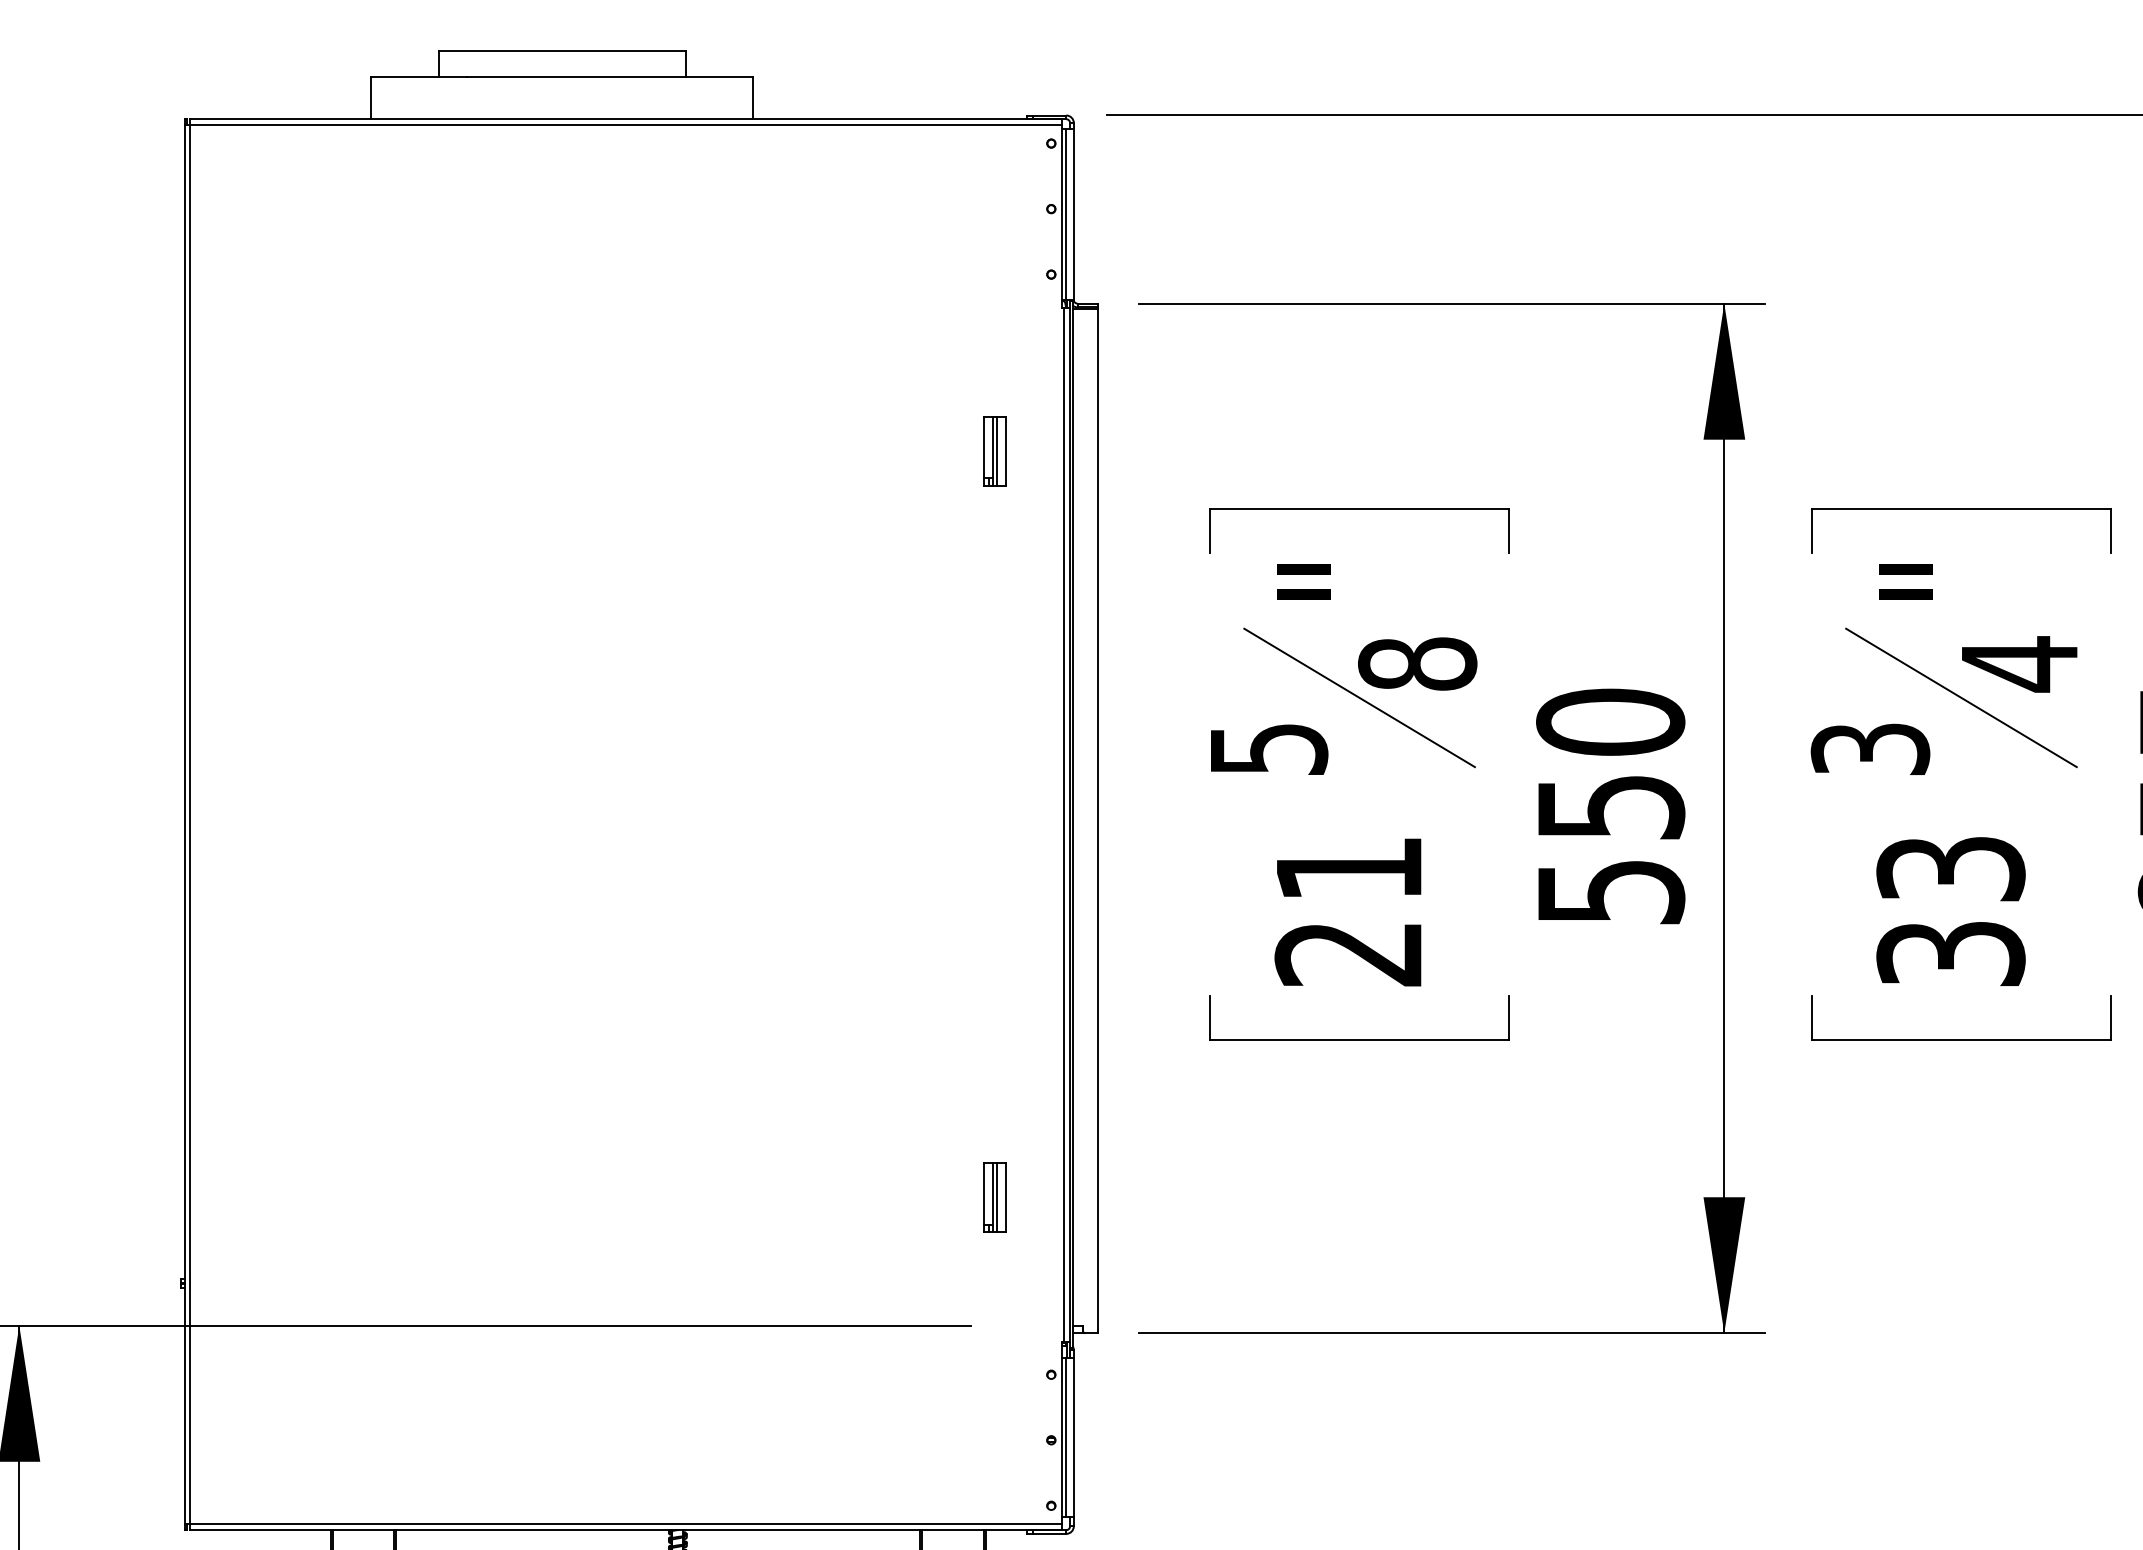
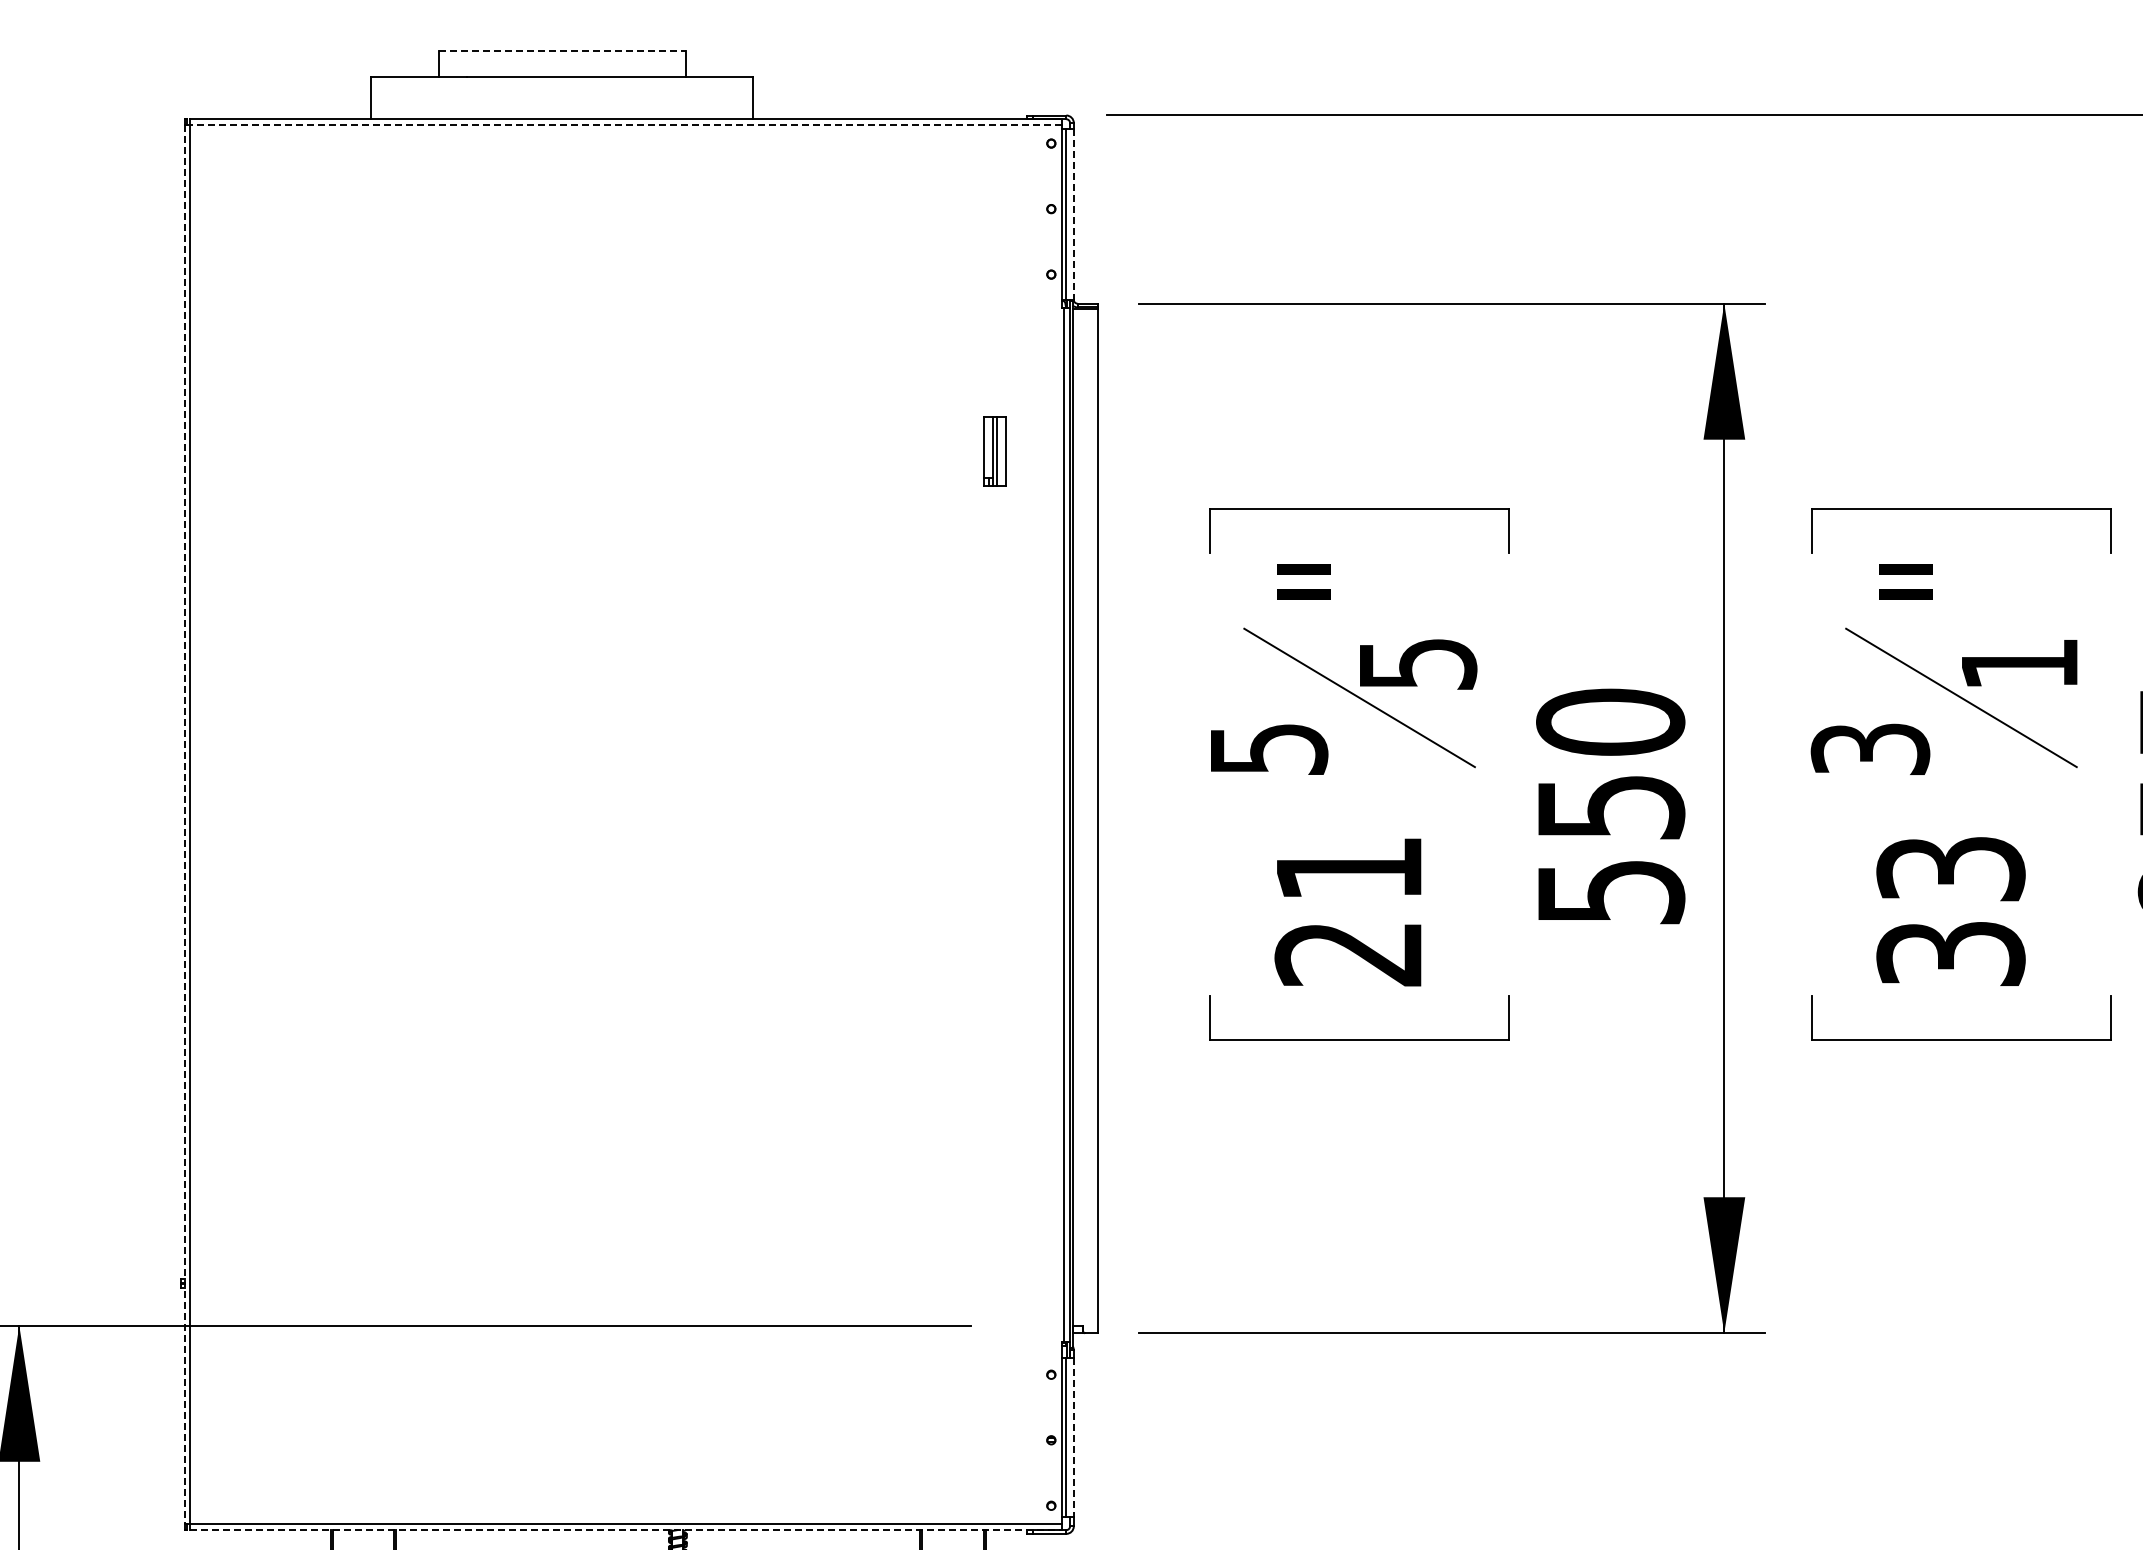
line at (562, 51): solid -> dashed
line at (626, 125): solid -> dashed
line at (1073, 214): solid -> dashed
text at (1417, 663): 8 -> 5
text at (2019, 664): 4 -> 1
line at (184, 824): solid -> dashed
part at (994, 1197): present -> none
line at (1073, 1438): solid -> dashed
line at (626, 1529): solid -> dashed
